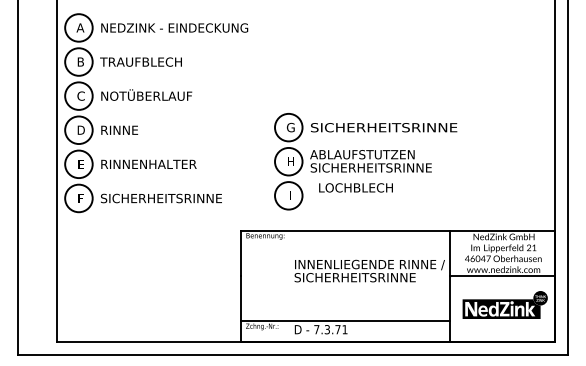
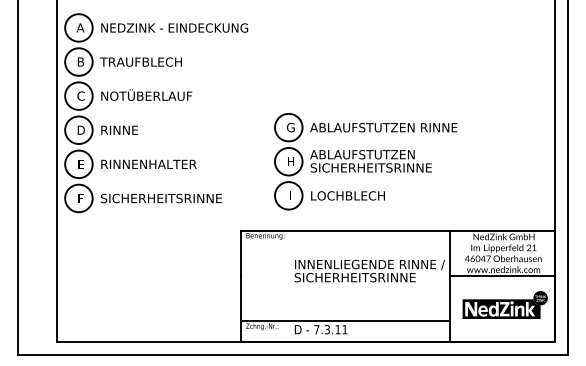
text at (383, 127): SICHERHEITSRINNE -> ABLAUFSTUTZEN RINNE
text at (355, 187) position: (355, 187) -> (347, 195)
text at (337, 329): 7.3.71 -> 7.3.11
